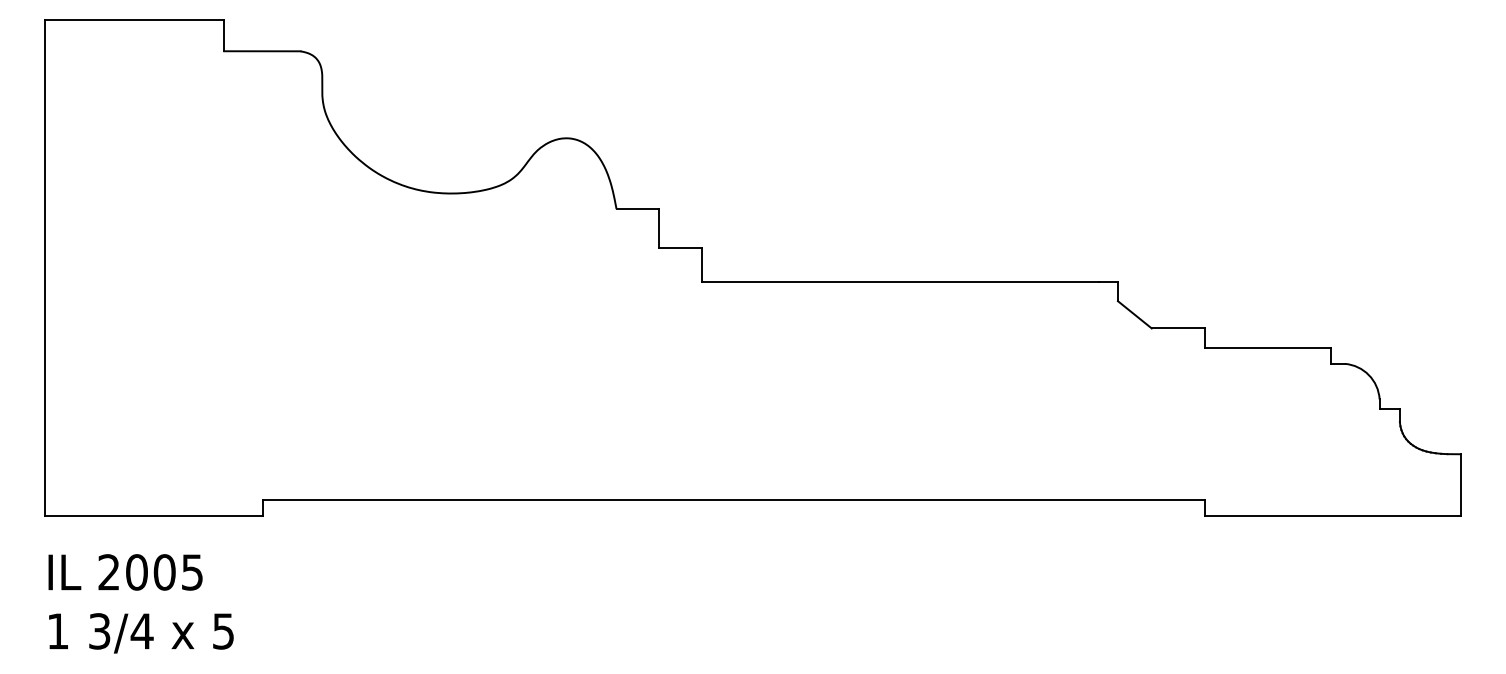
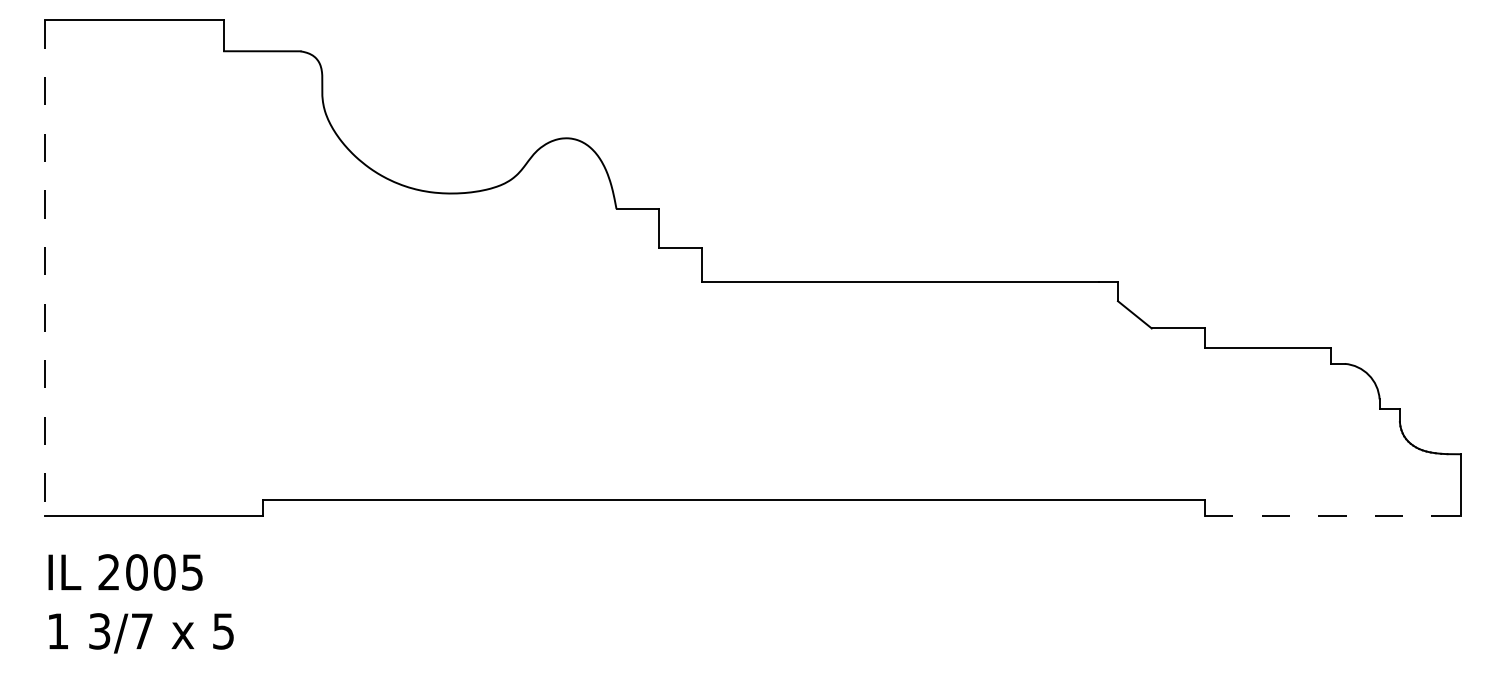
line at (45, 268): solid -> dashed
line at (1332, 515): solid -> dashed
text at (141, 631): 3/4 -> 3/7
